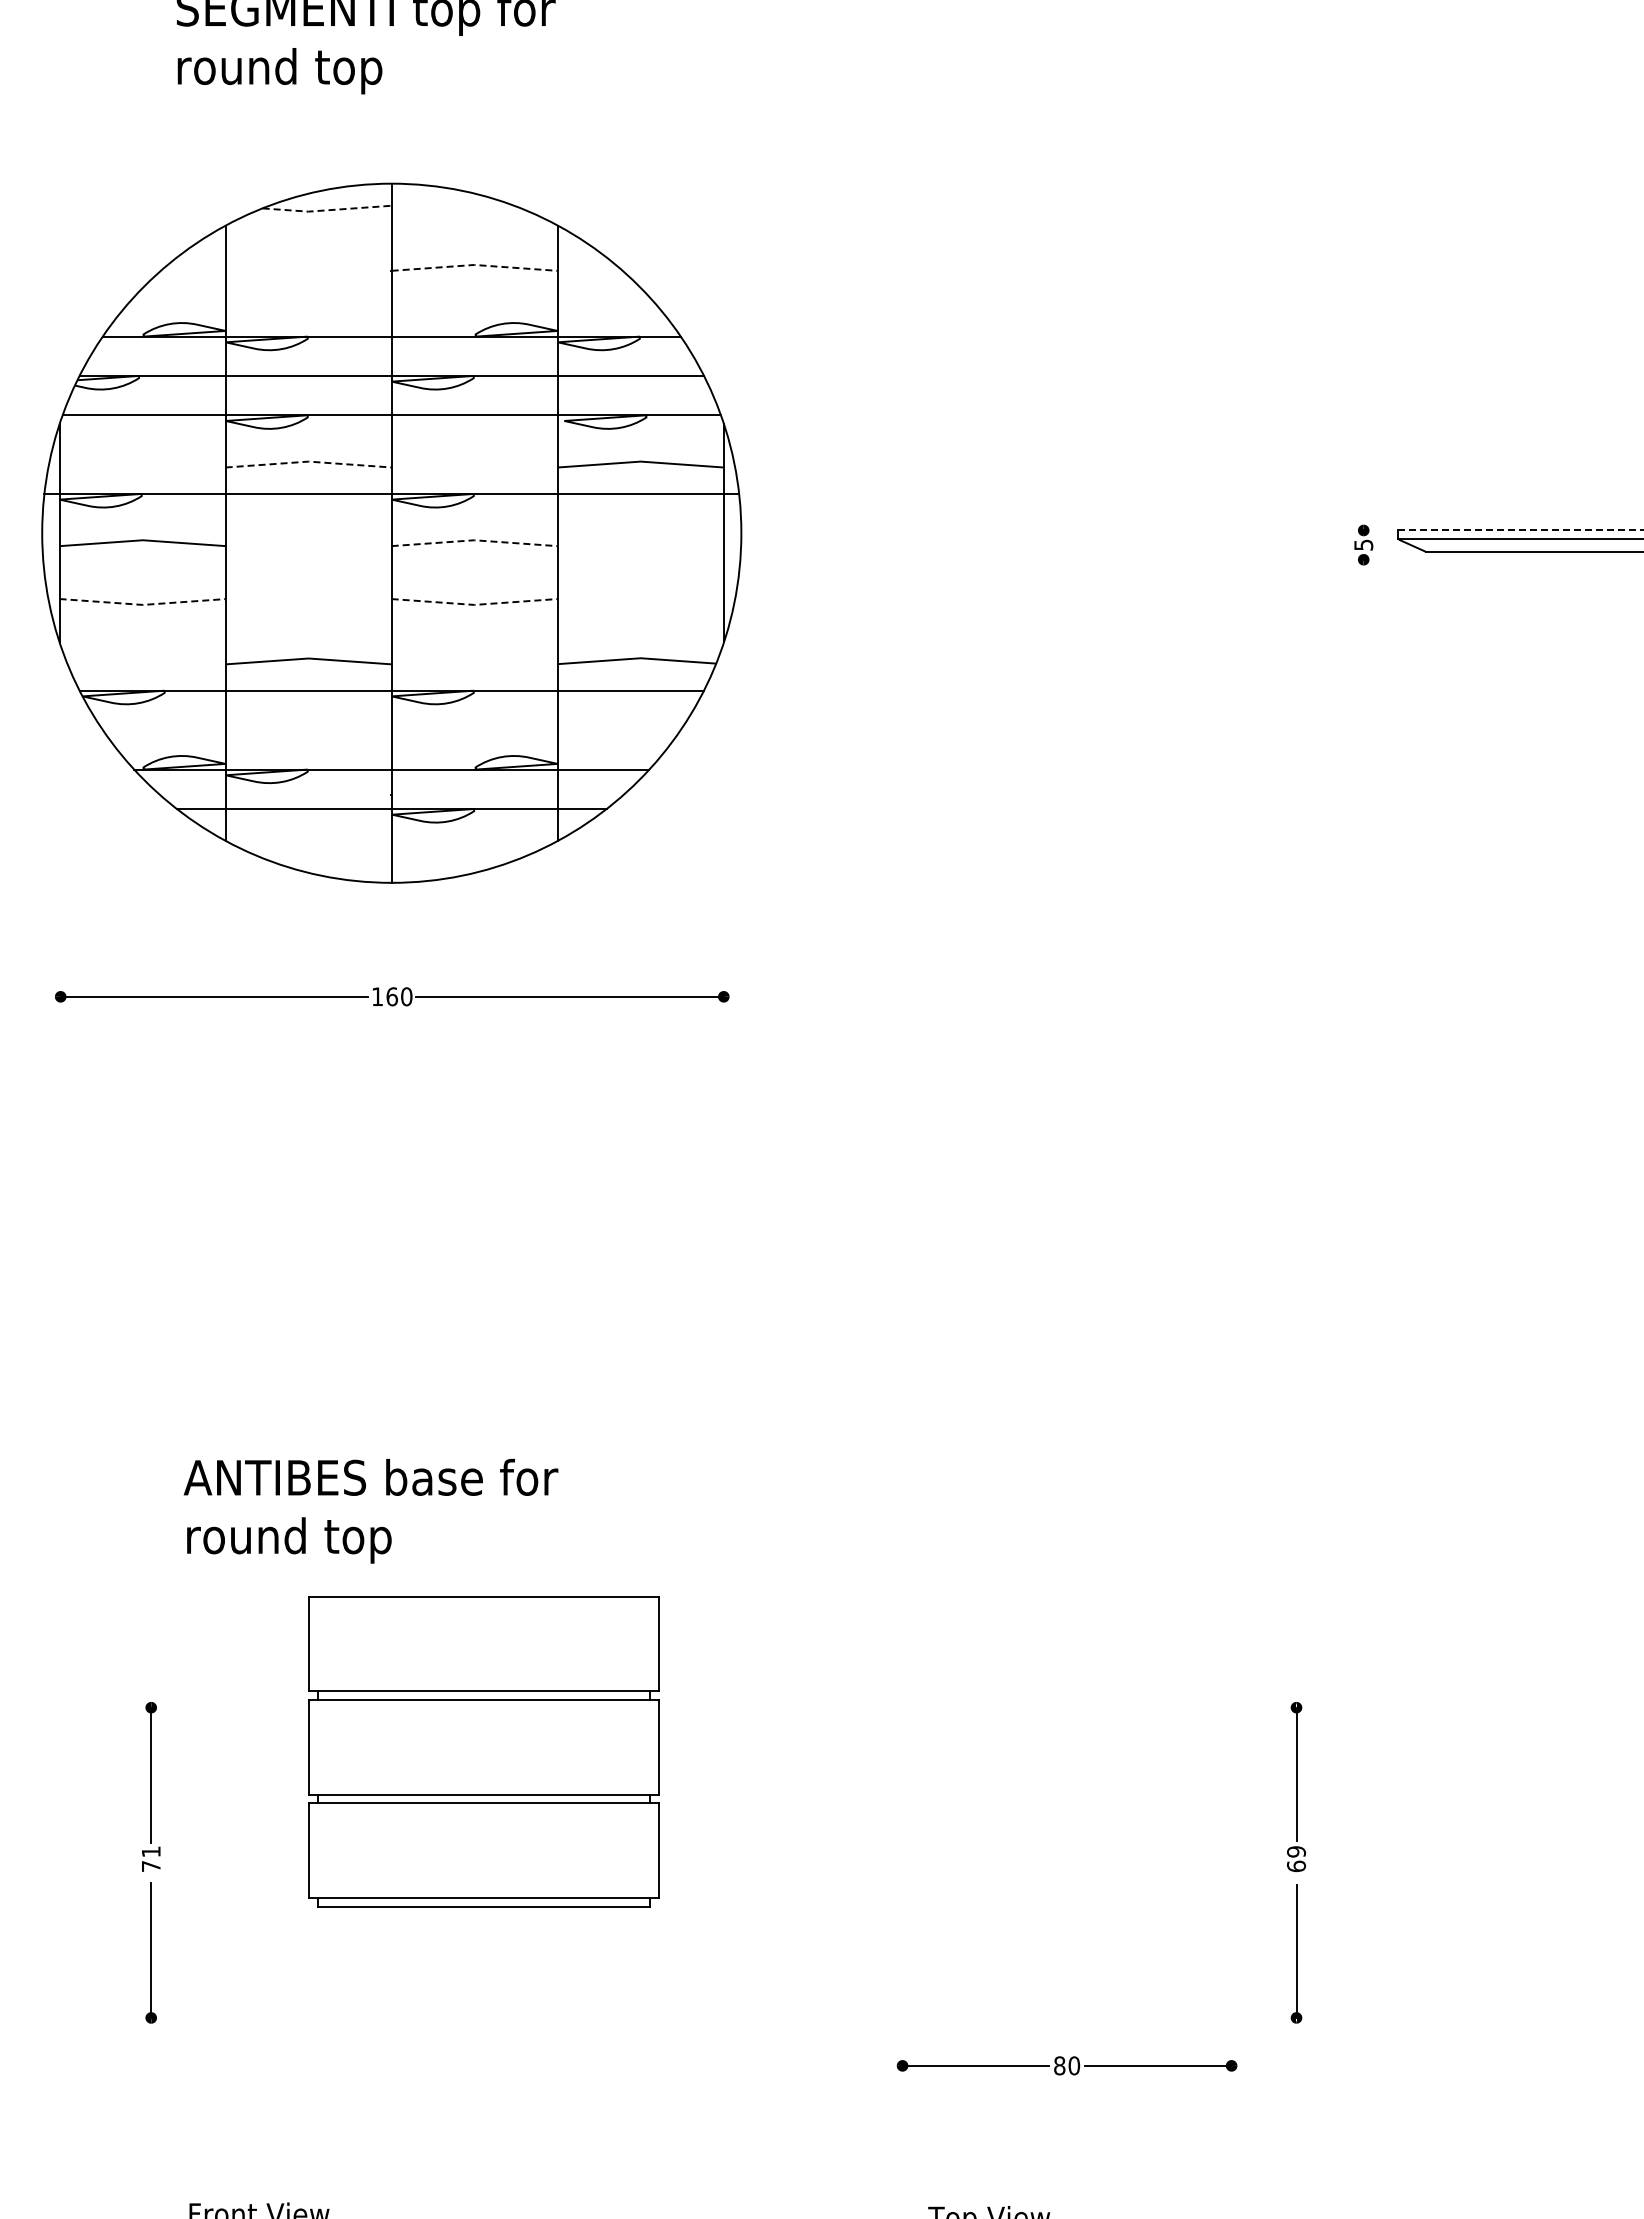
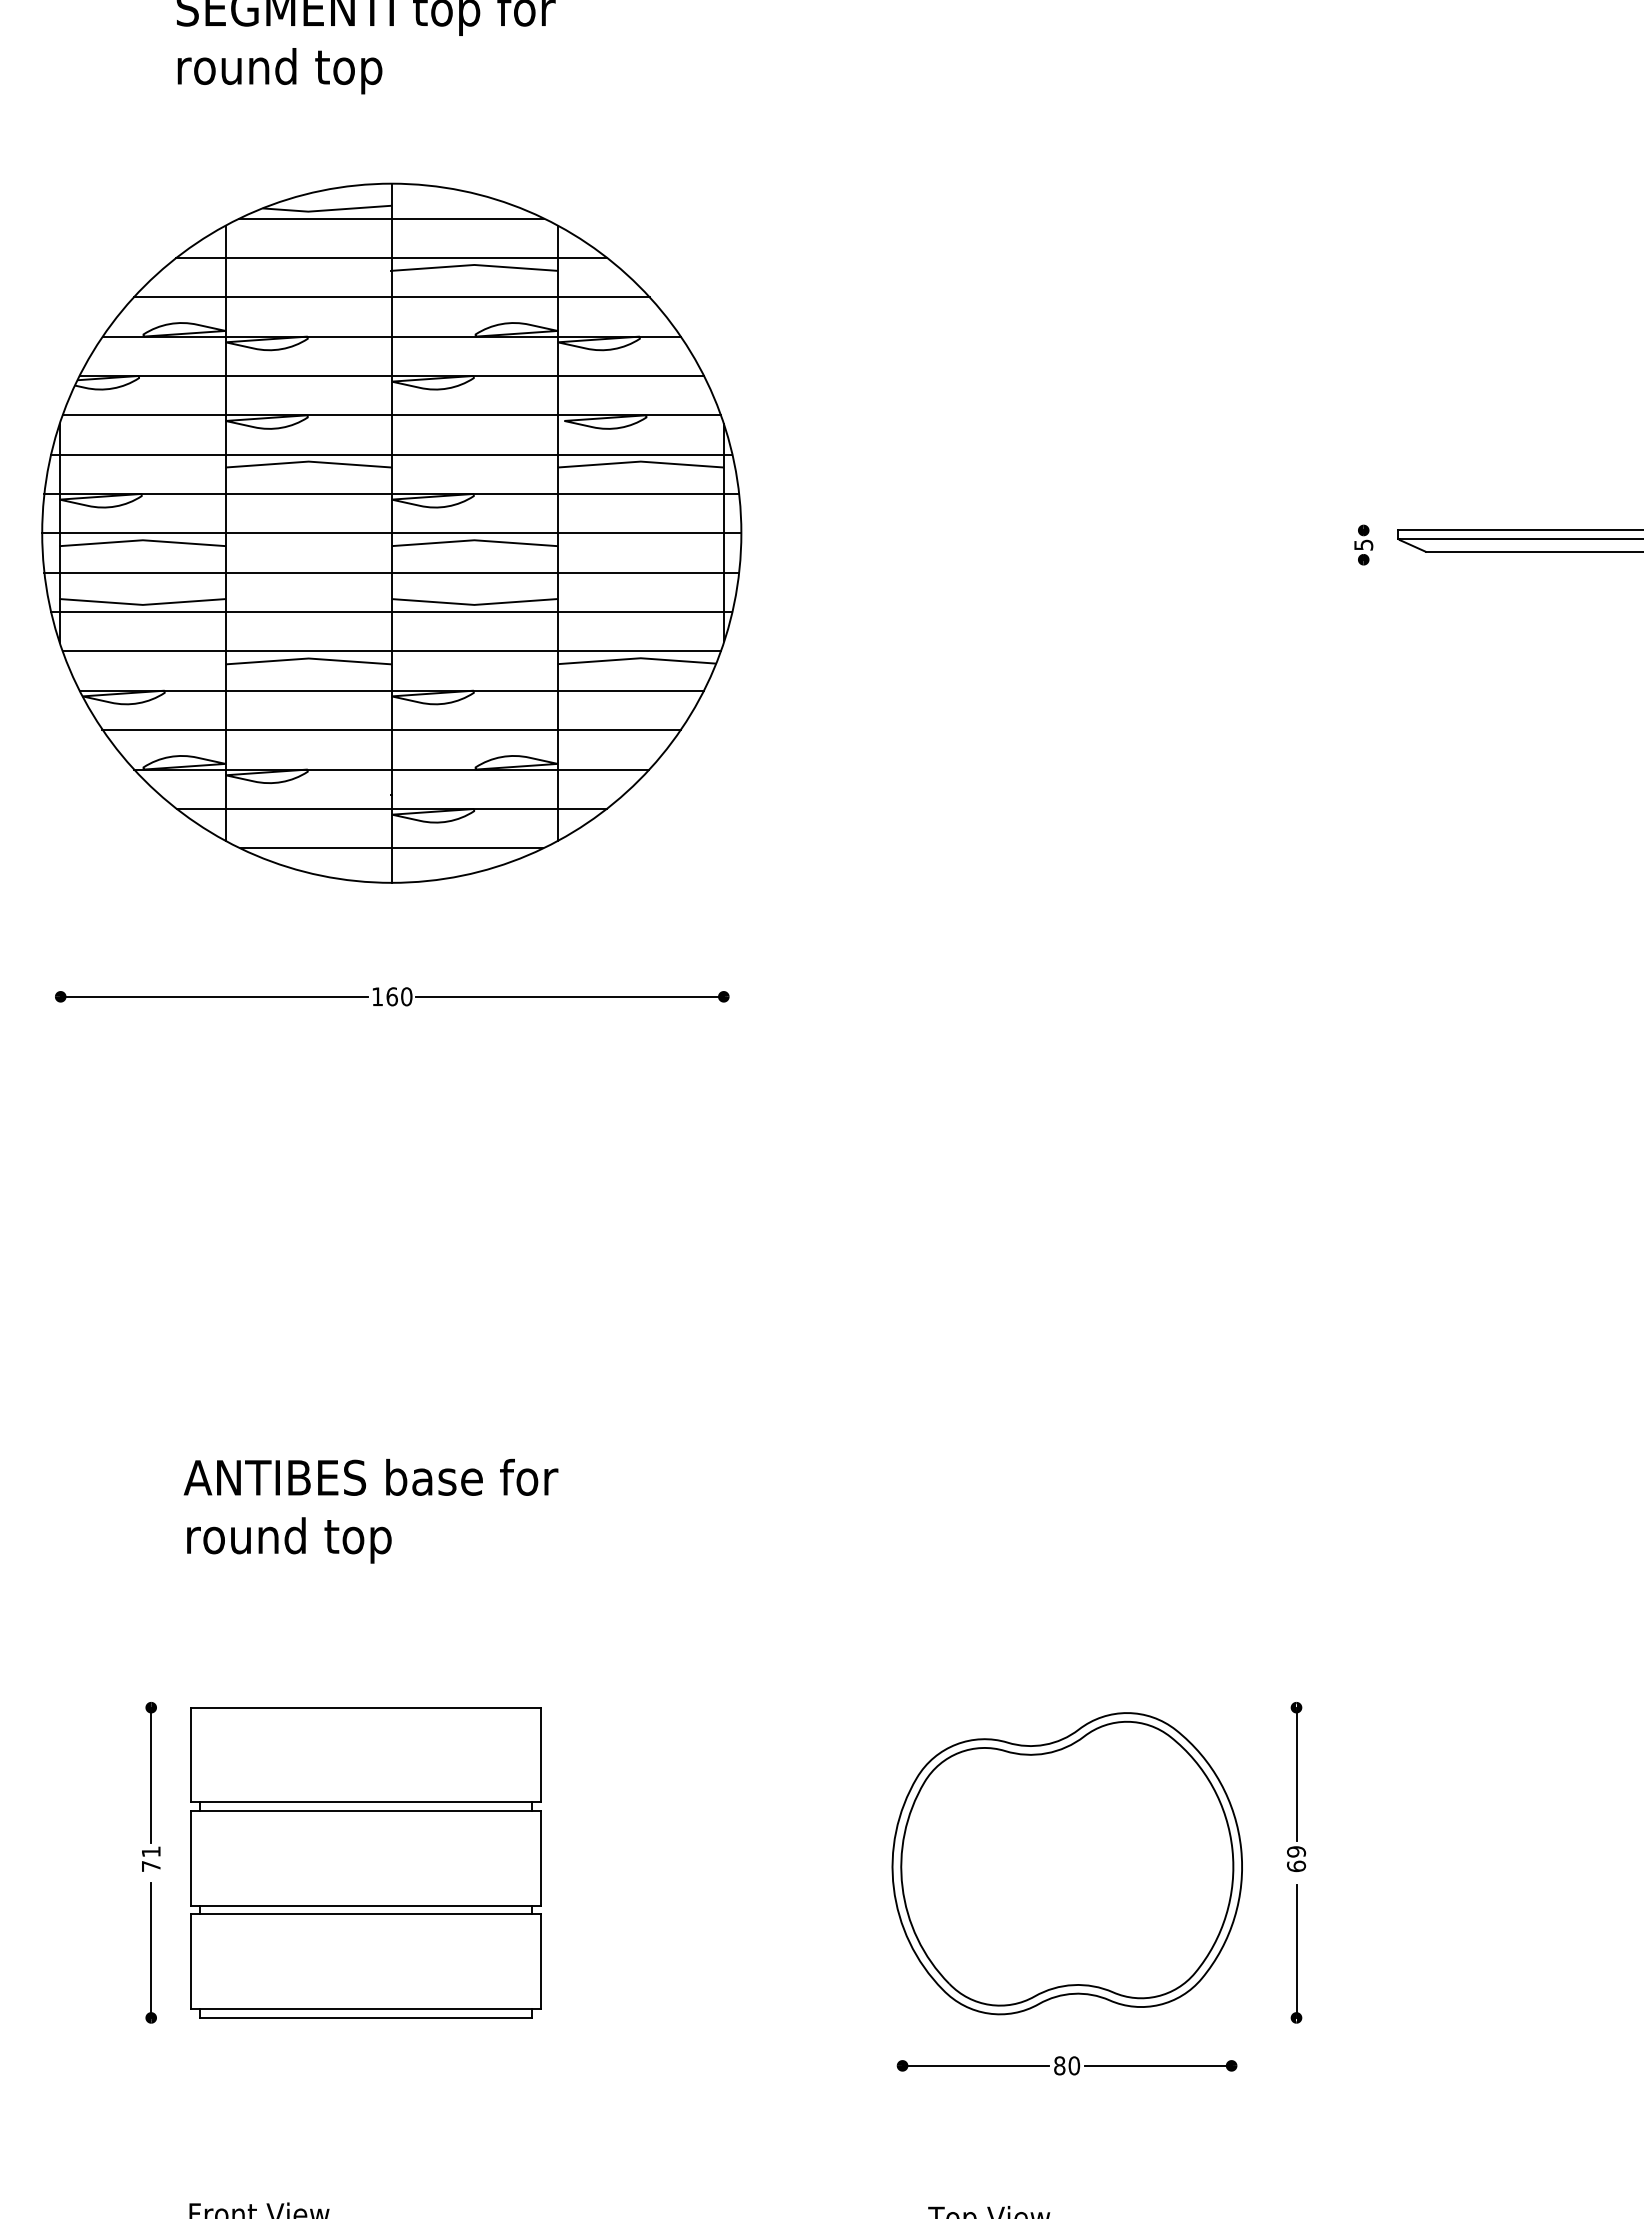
line at (327, 210): dashed -> solid
line at (391, 218): none -> present
line at (391, 257): none -> present
line at (474, 264): dashed -> solid
line at (391, 297): none -> present
line at (391, 454): none -> present
line at (308, 461): dashed -> solid
line at (1521, 530): dashed -> solid
line at (391, 533): none -> present
line at (474, 540): dashed -> solid
line at (391, 572): none -> present
line at (142, 604): dashed -> solid
line at (474, 604): dashed -> solid
line at (391, 611): none -> present
line at (391, 651): none -> present
line at (391, 730): none -> present
line at (391, 848): none -> present
part at (483, 1751) position: (483, 1751) -> (365, 1862)
part at (1066, 1863): none -> present
